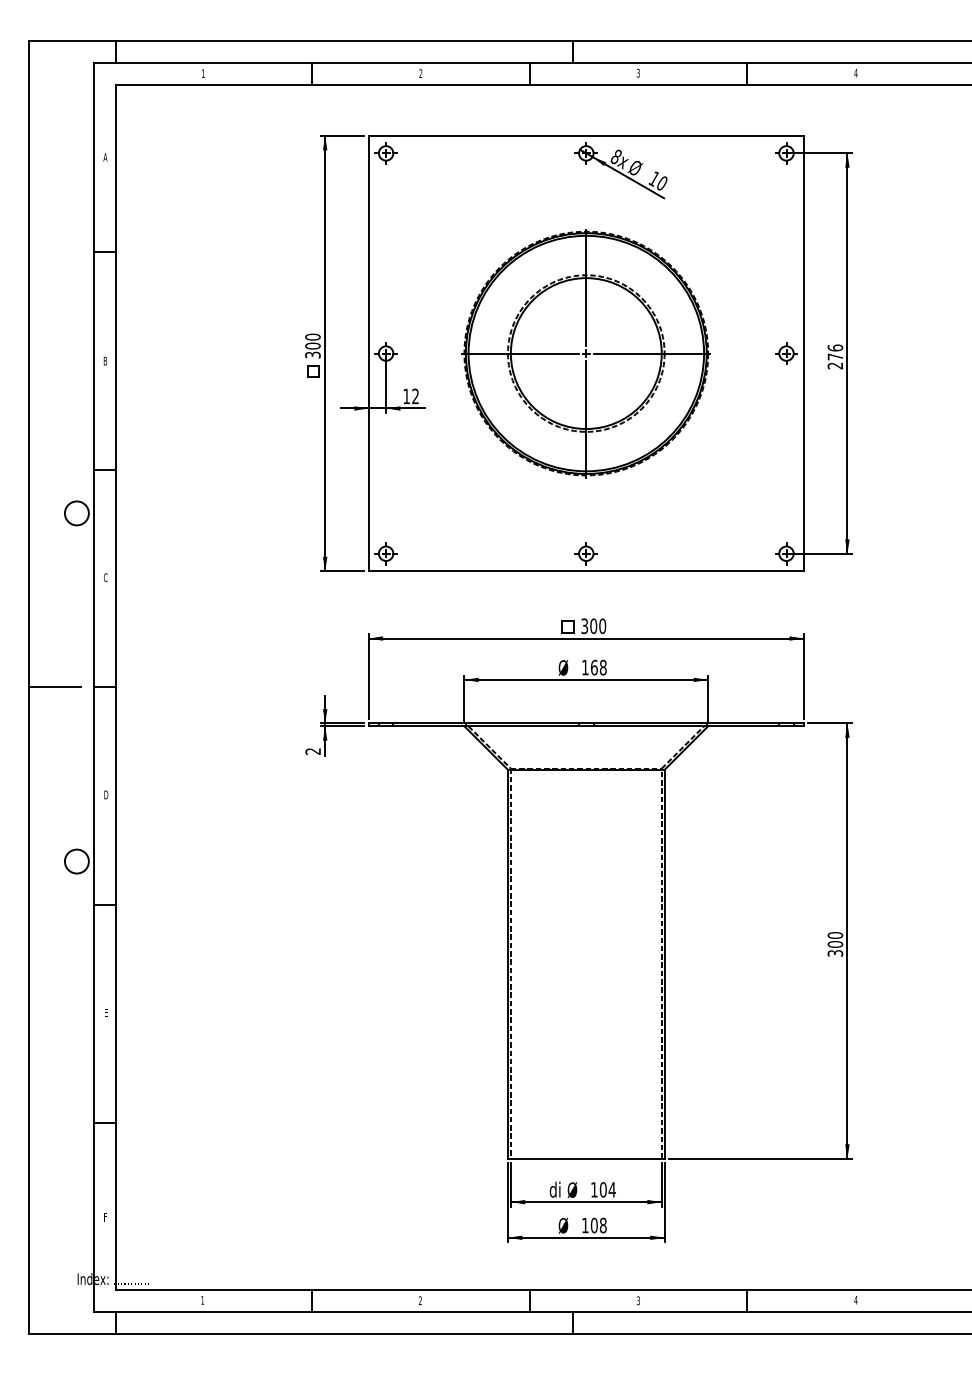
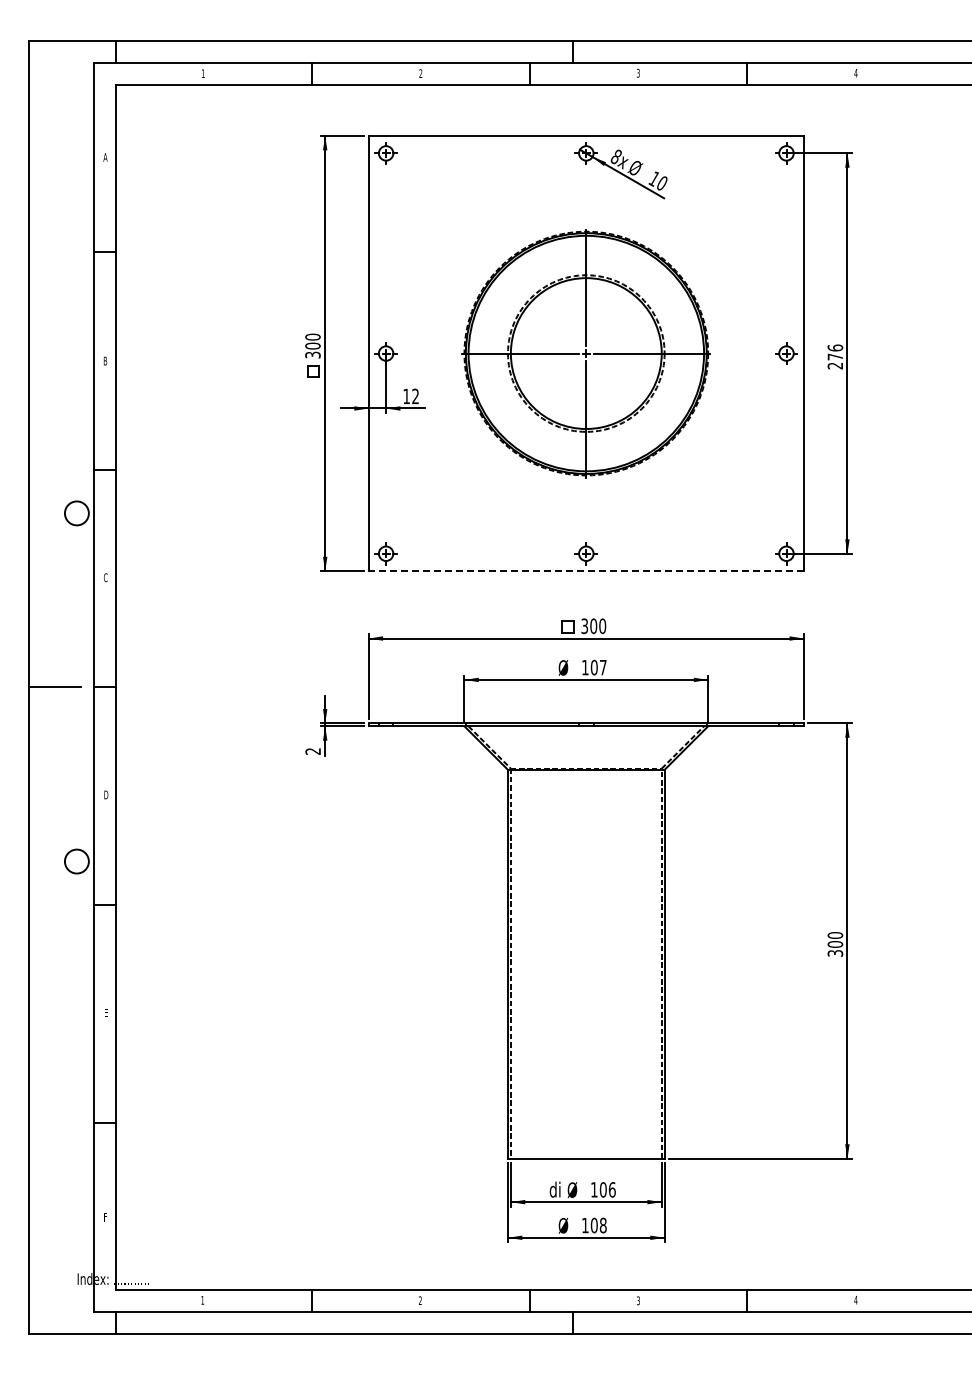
line at (586, 571): solid -> dashed
text at (598, 667): 168 -> 107
text at (611, 1189): 104 -> 106
